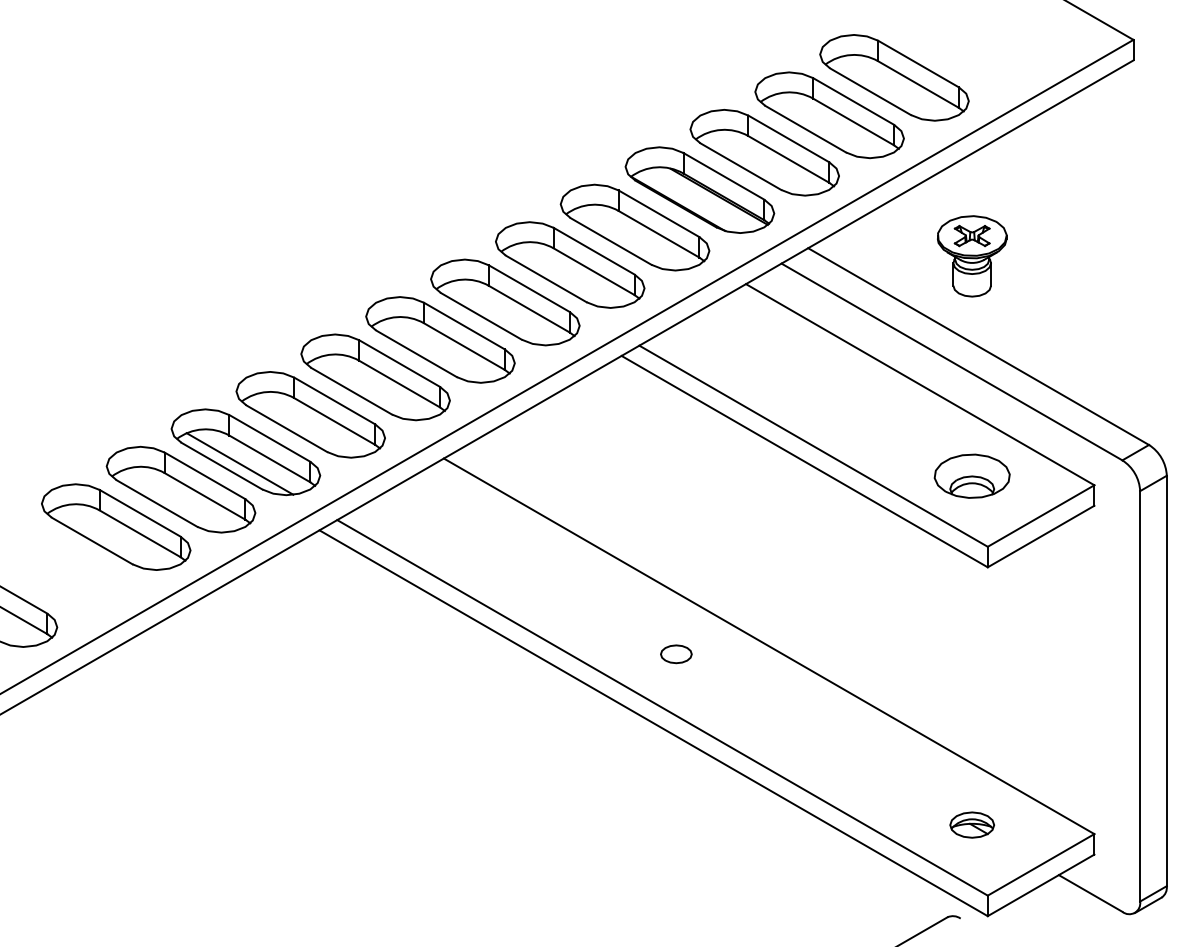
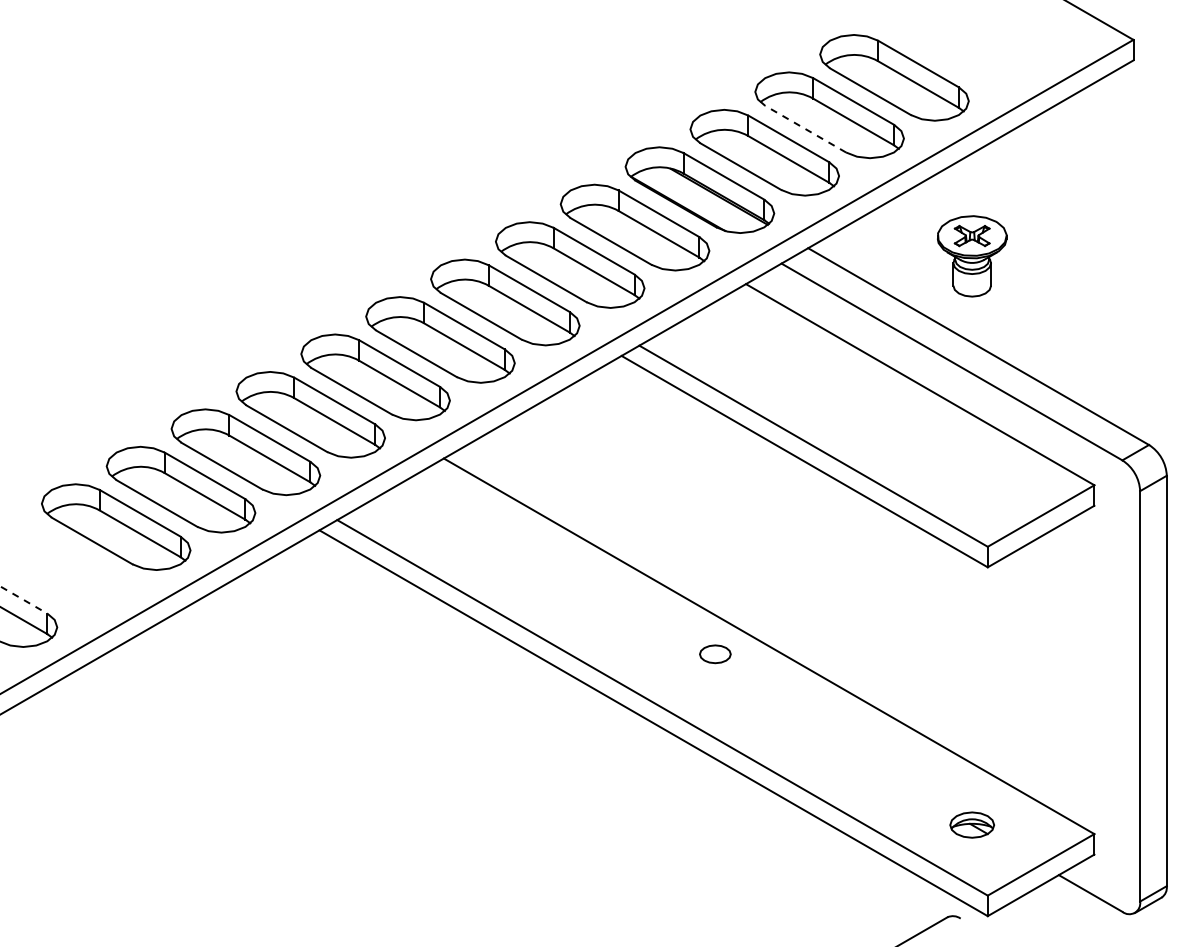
line at (805, 129): solid -> dashed
line at (239, 463): present -> none
part at (971, 475): present -> none
line at (24, 600): solid -> dashed
part at (676, 654) position: (676, 654) -> (715, 654)
